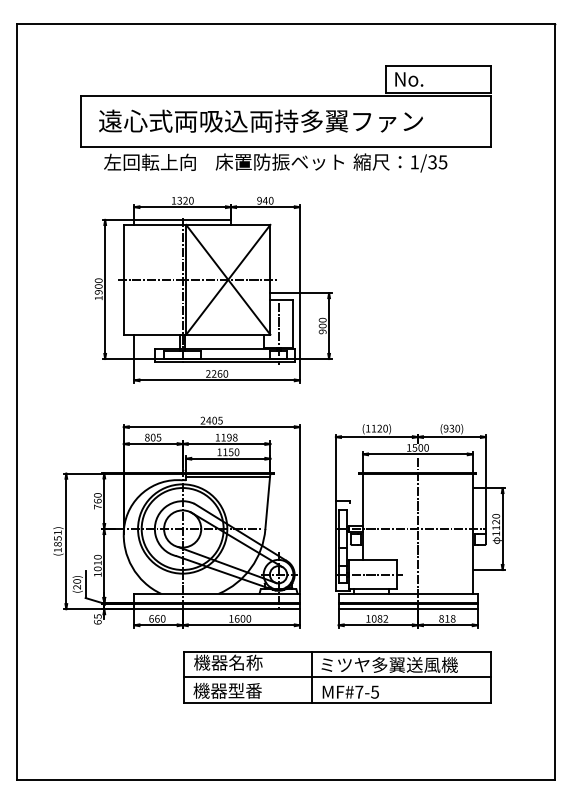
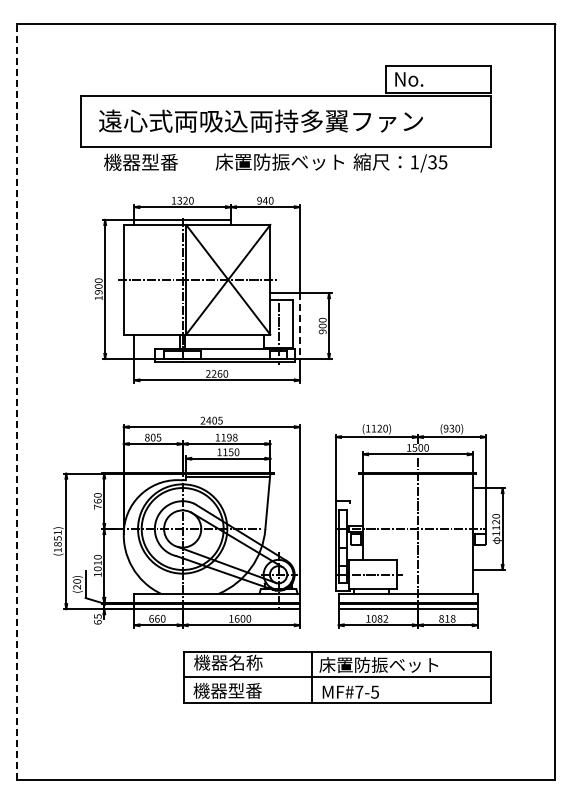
text at (149, 161): 左回転上向 -> 機器型番
line at (299, 326): solid -> dashed
line at (17, 402): solid -> dashed
text at (388, 664): ミツヤ多翼送風機 -> 床置防振ベット
